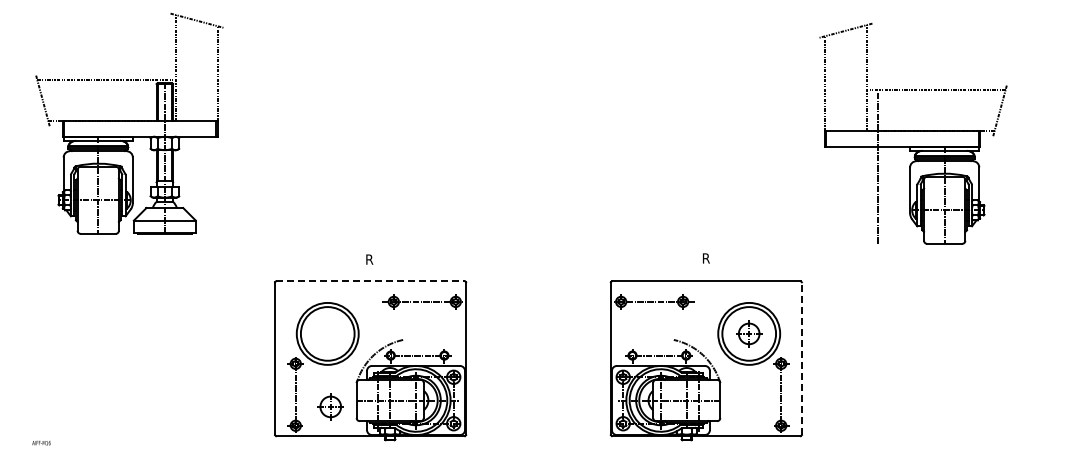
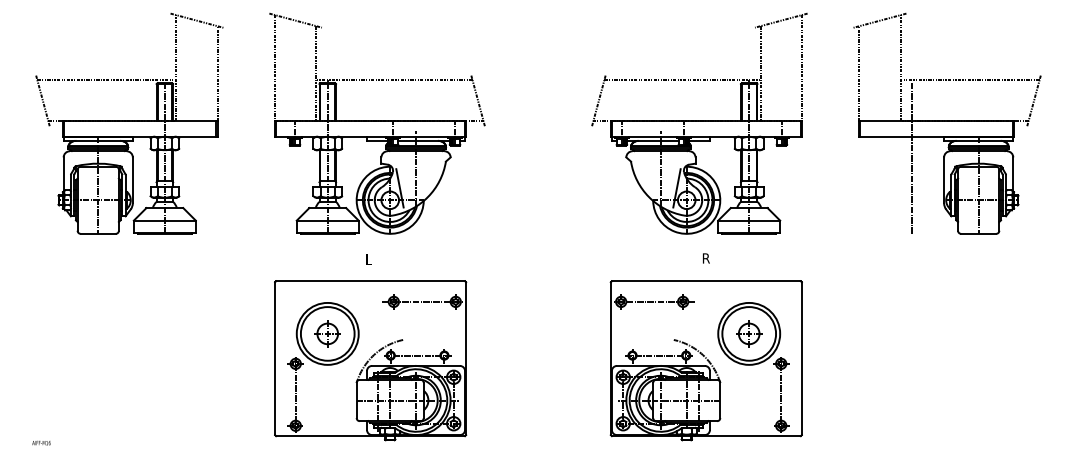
part at (377, 123): none -> present
part at (699, 123): none -> present
part at (913, 133) position: (913, 133) -> (947, 123)
text at (369, 259): R -> L
line at (371, 281): dashed -> solid
line at (801, 358): dashed -> solid
part at (330, 406) position: (330, 406) -> (327, 333)
